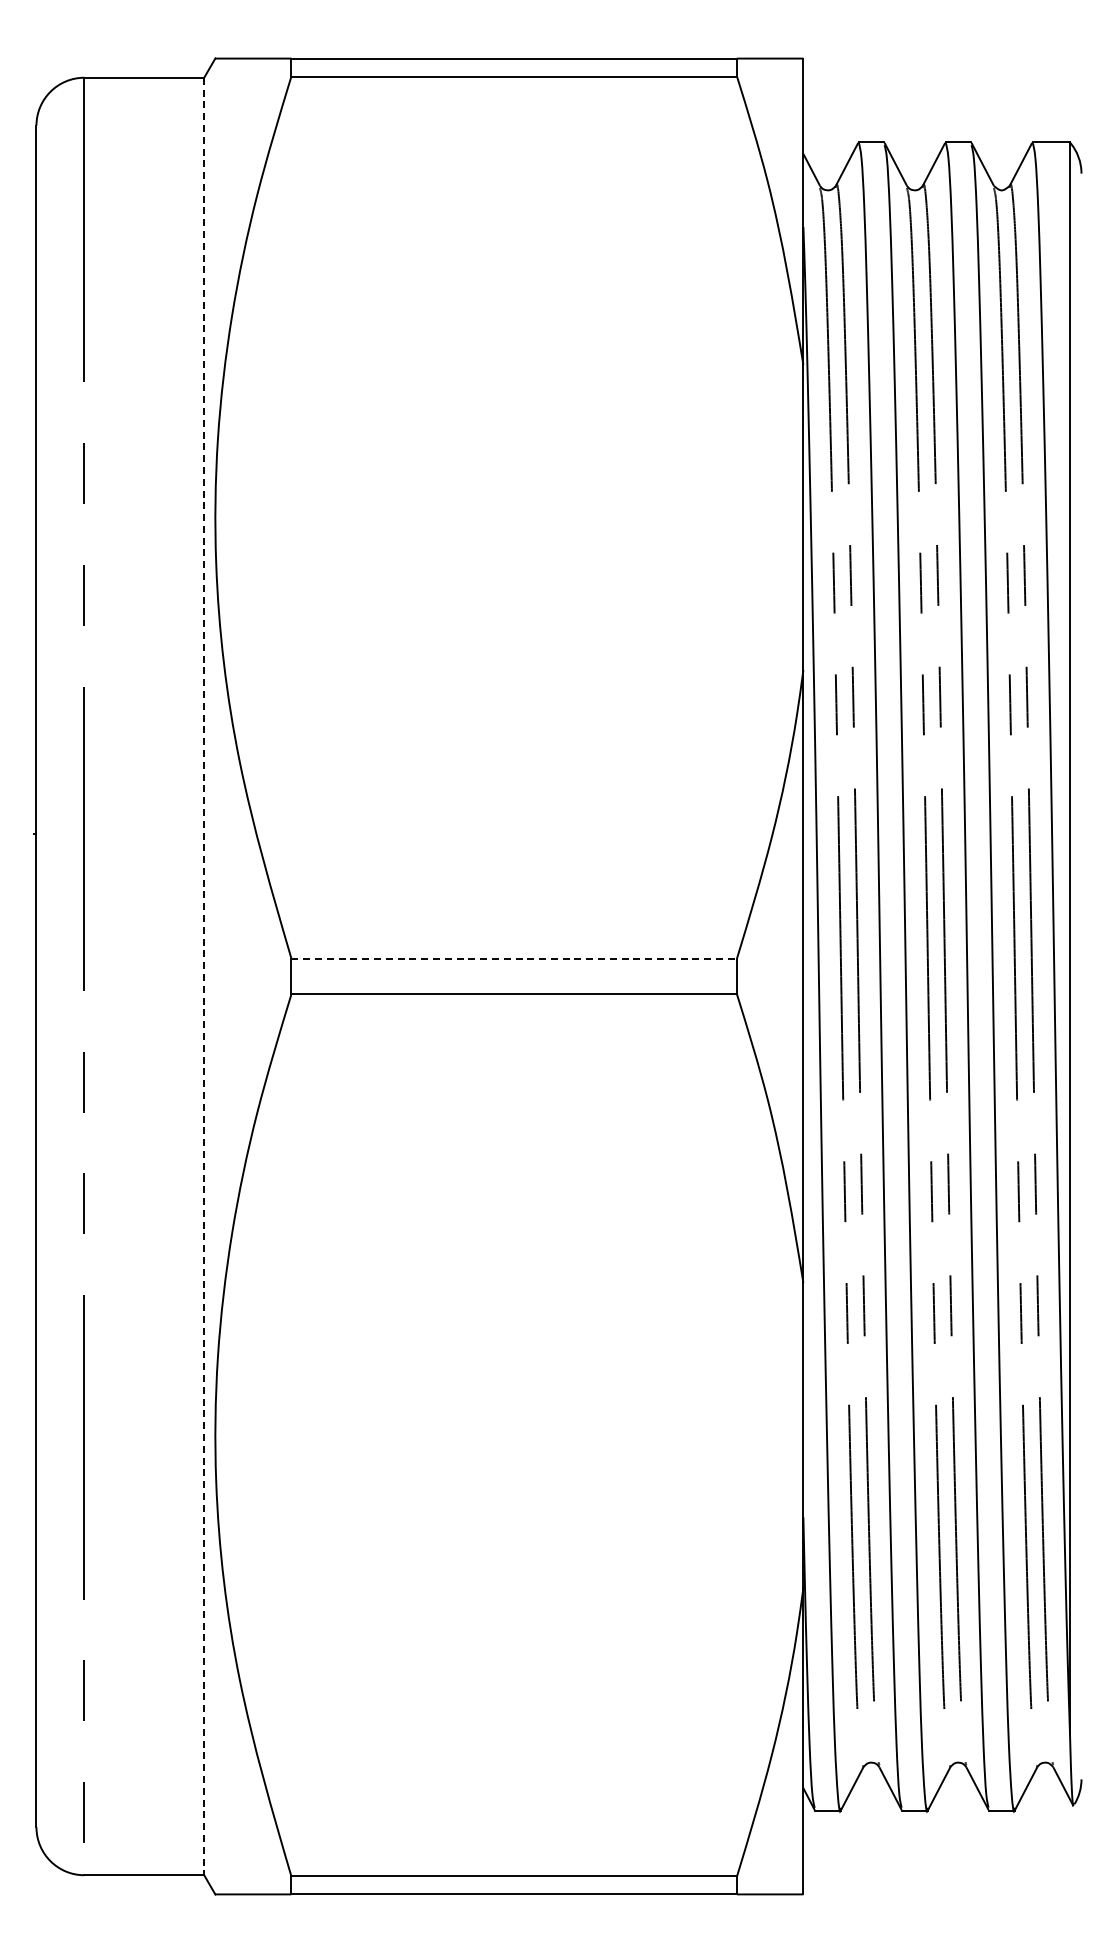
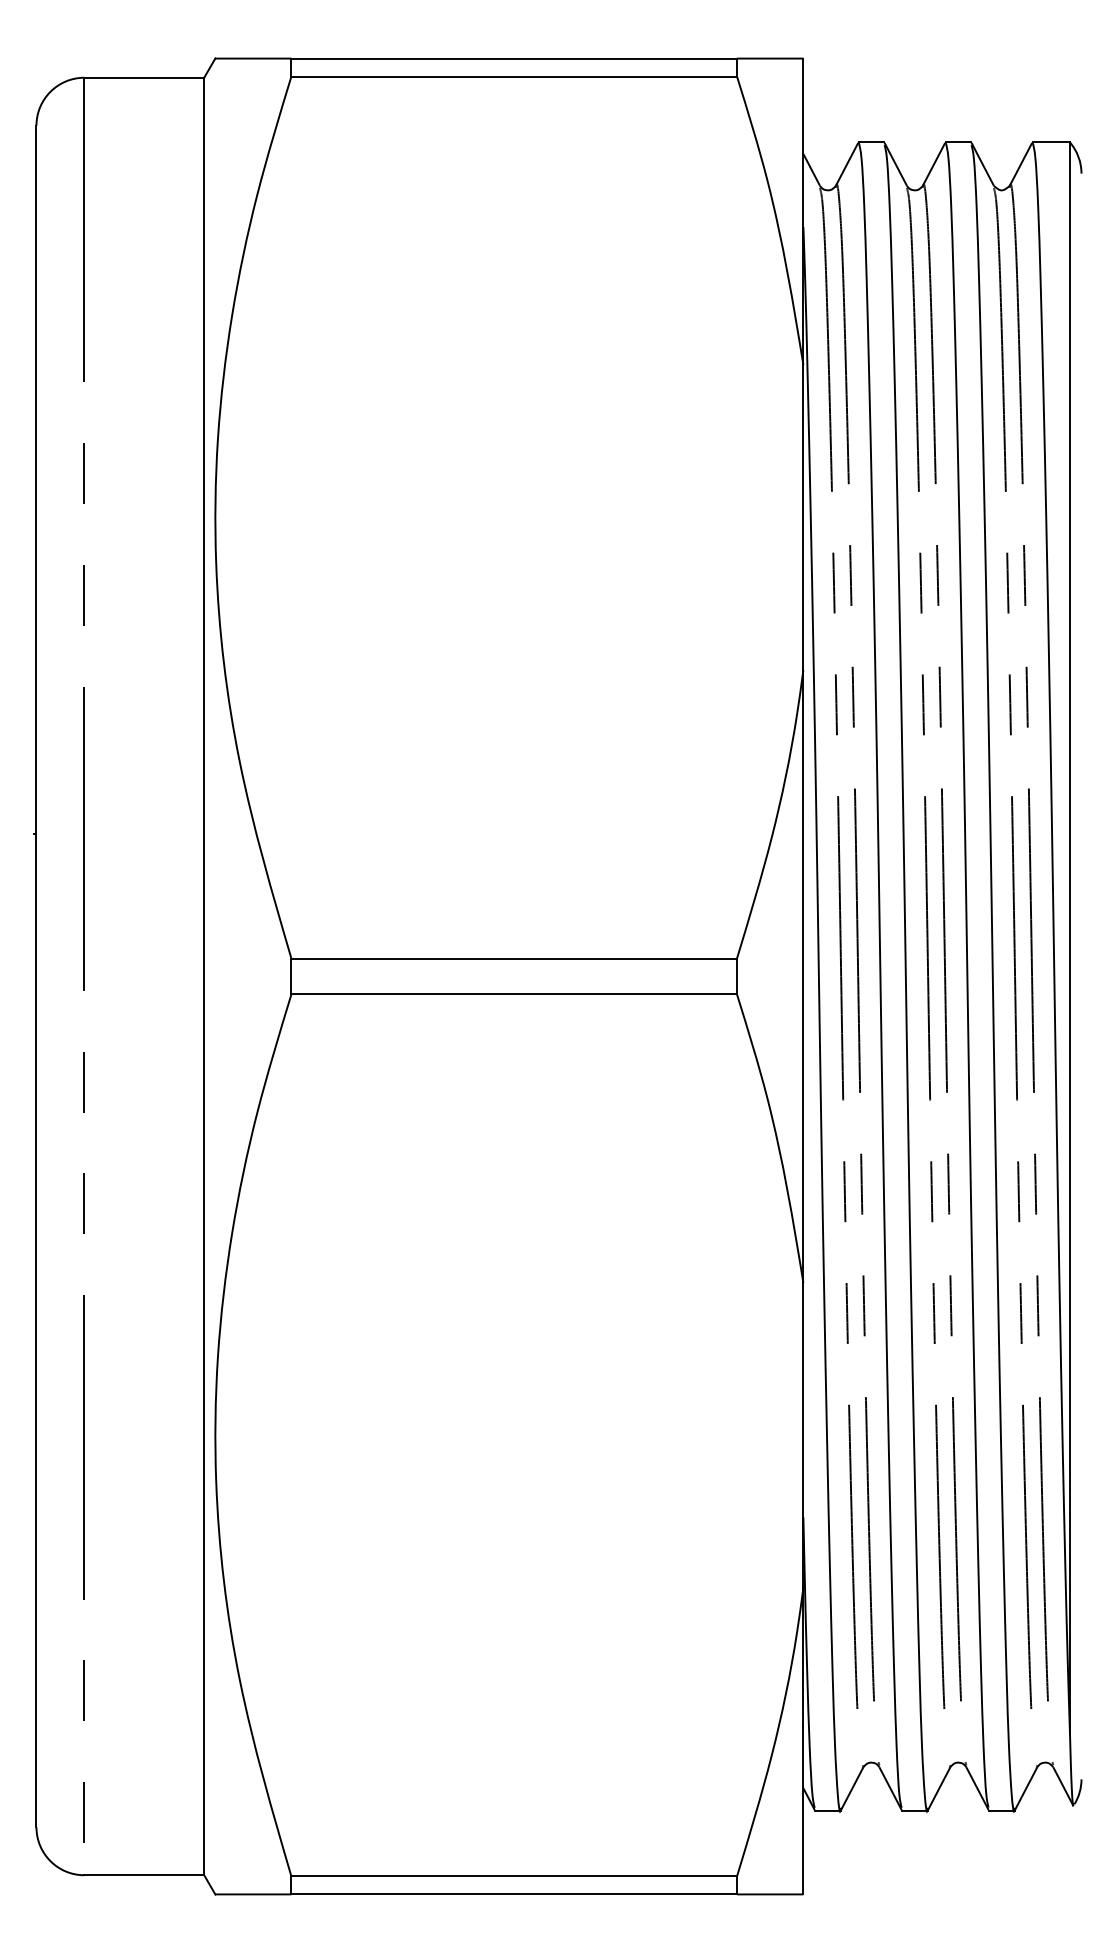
line at (514, 958): dashed -> solid
line at (204, 976): dashed -> solid
